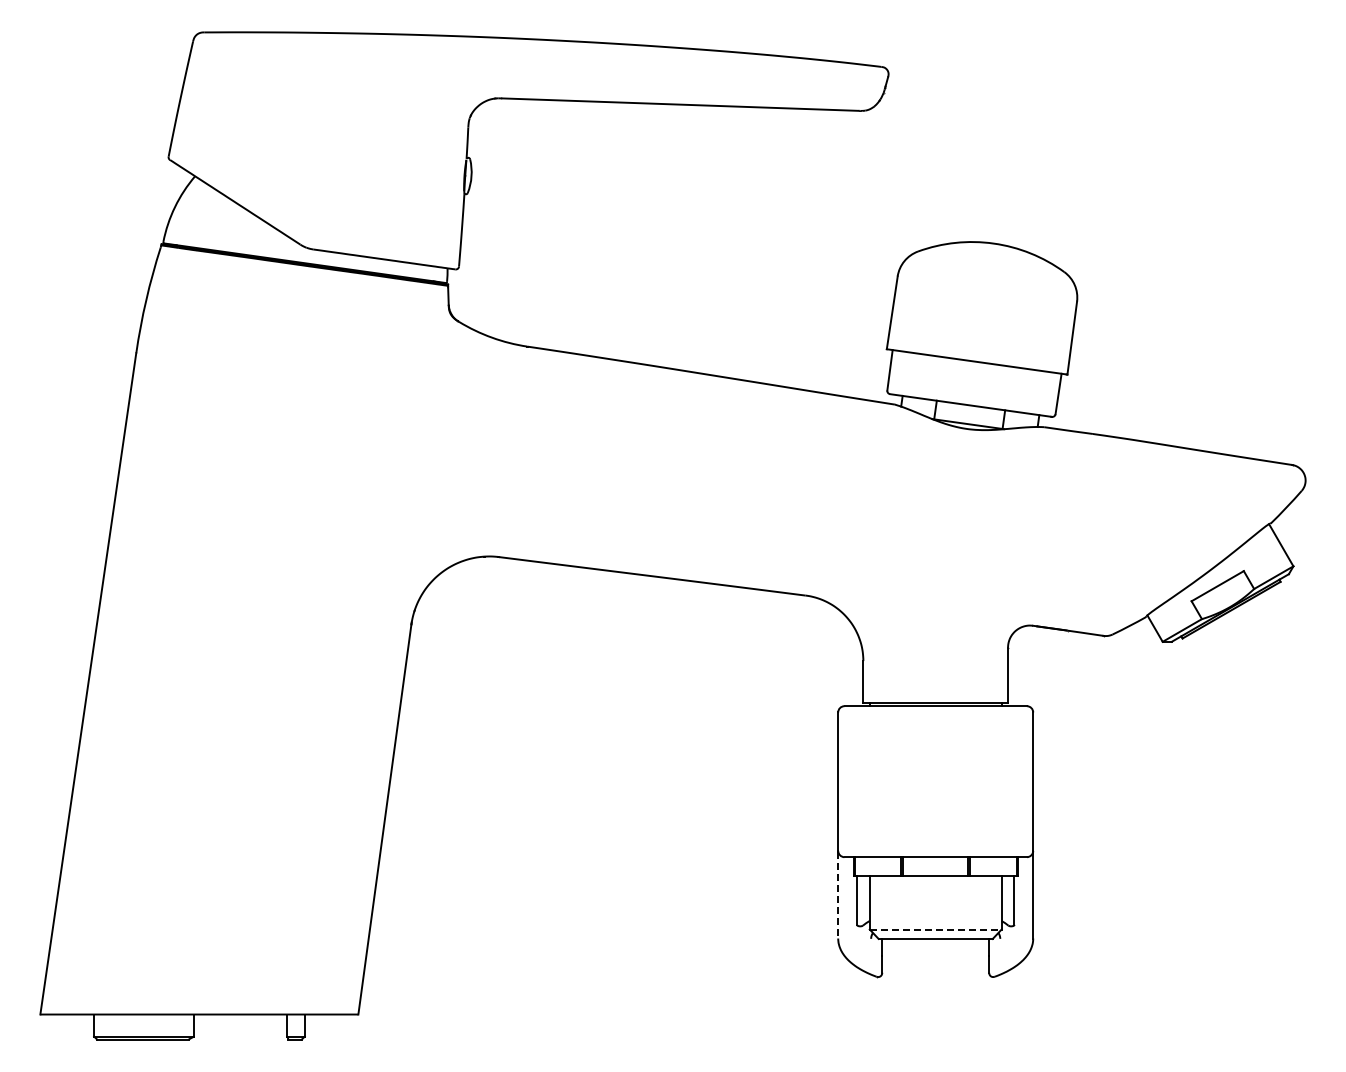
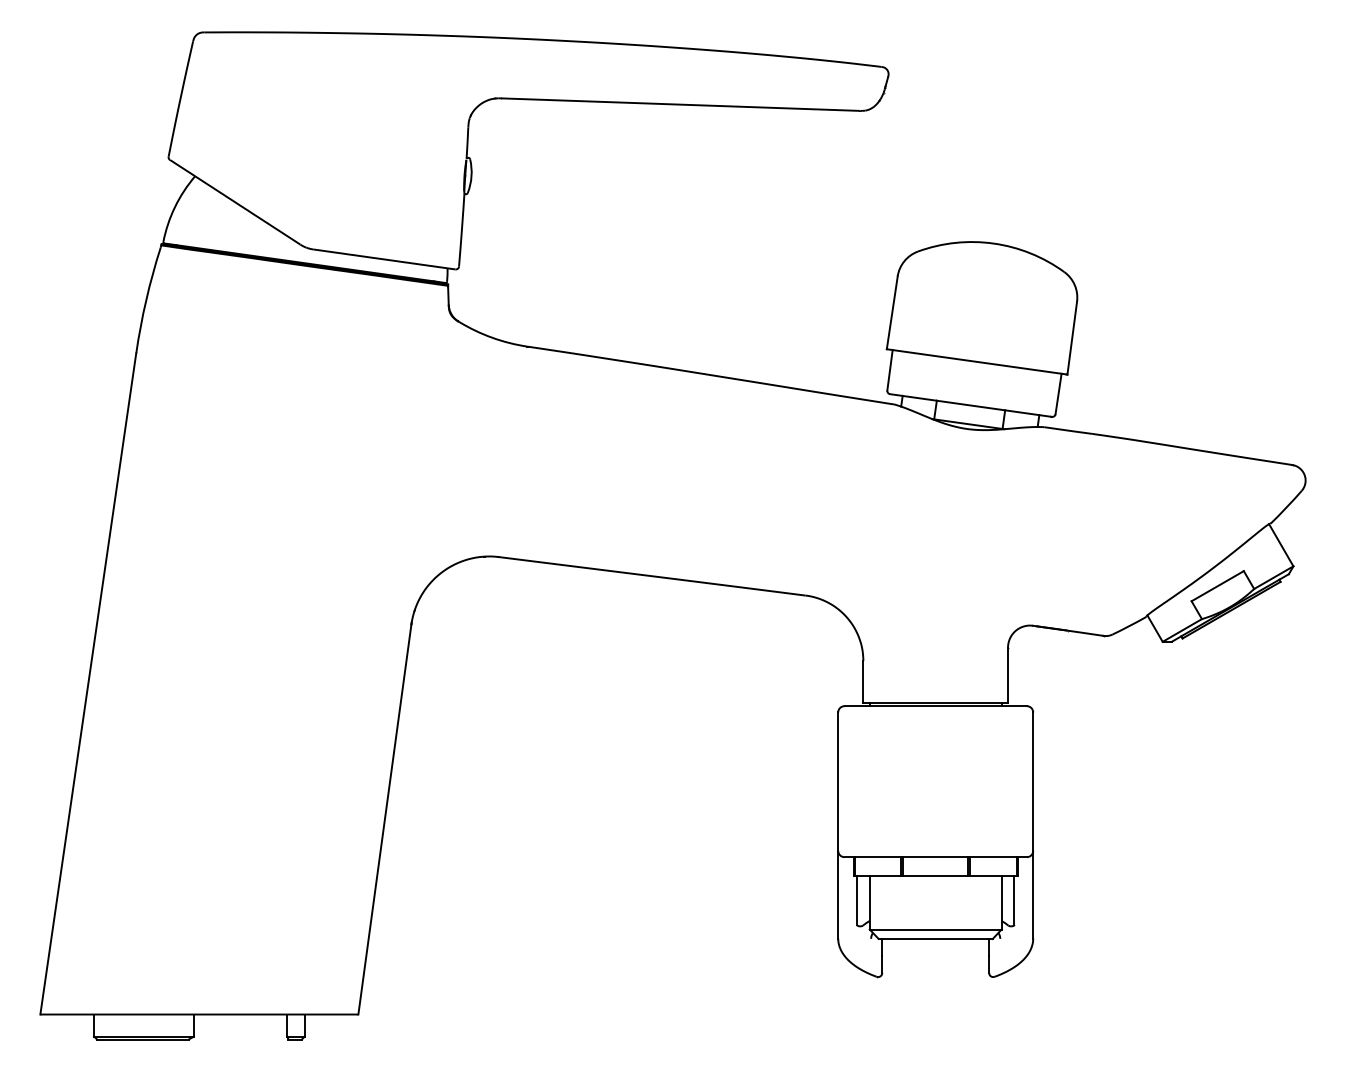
line at (838, 895): dashed -> solid
line at (935, 929): dashed -> solid
